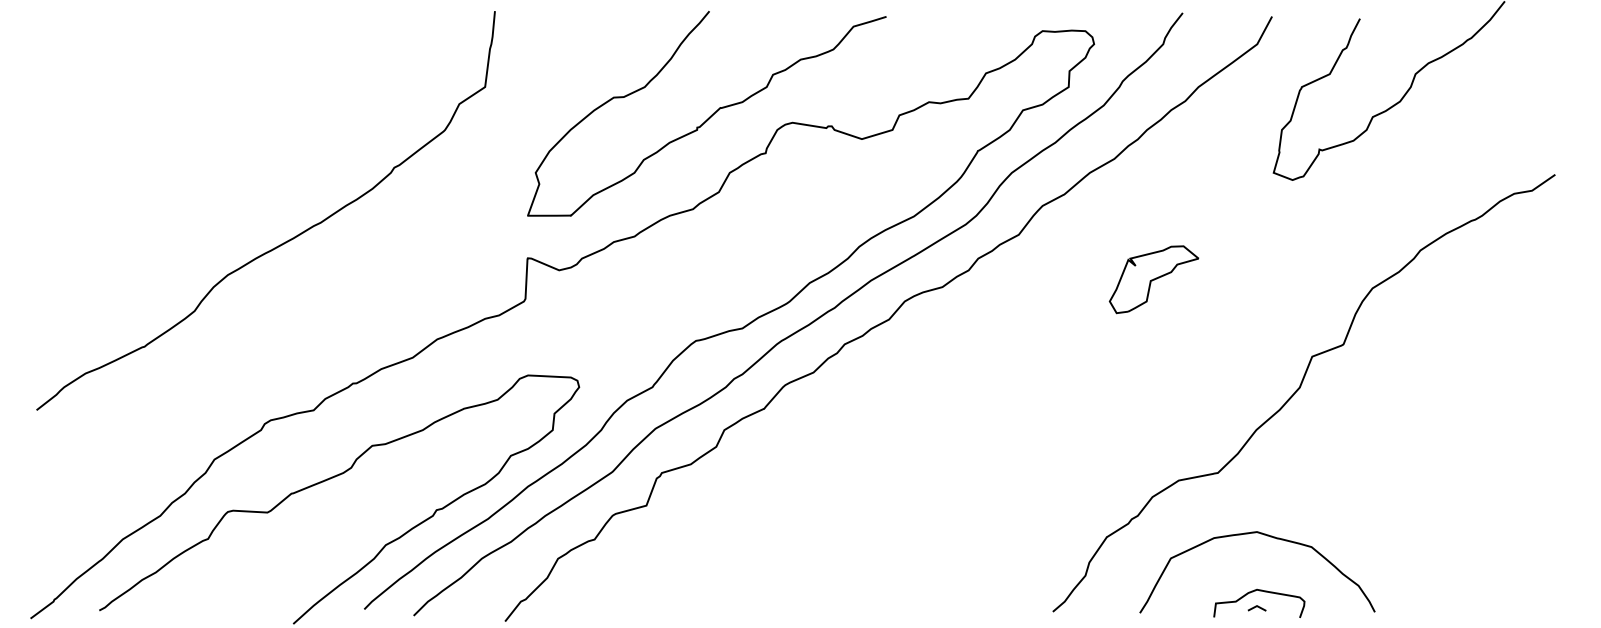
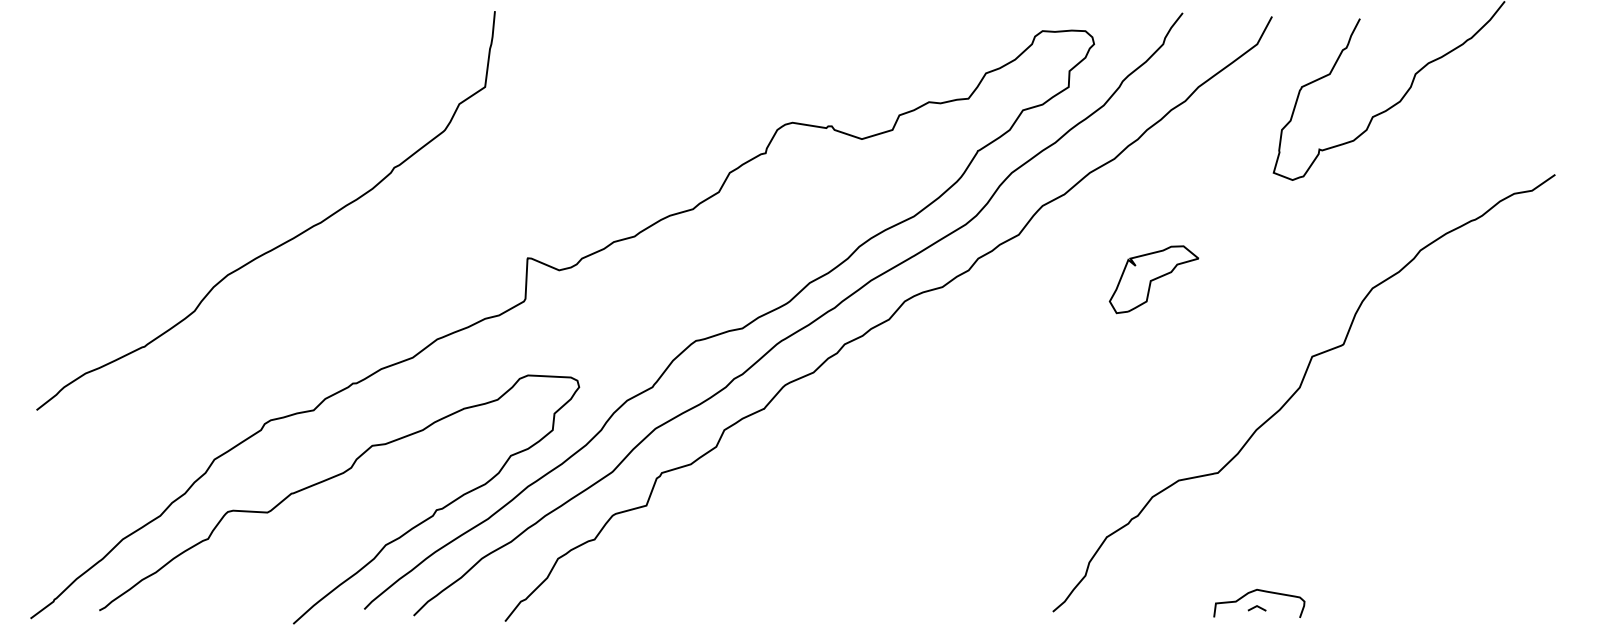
curve at (709, 116): present -> none
curve at (1270, 537): present -> none
